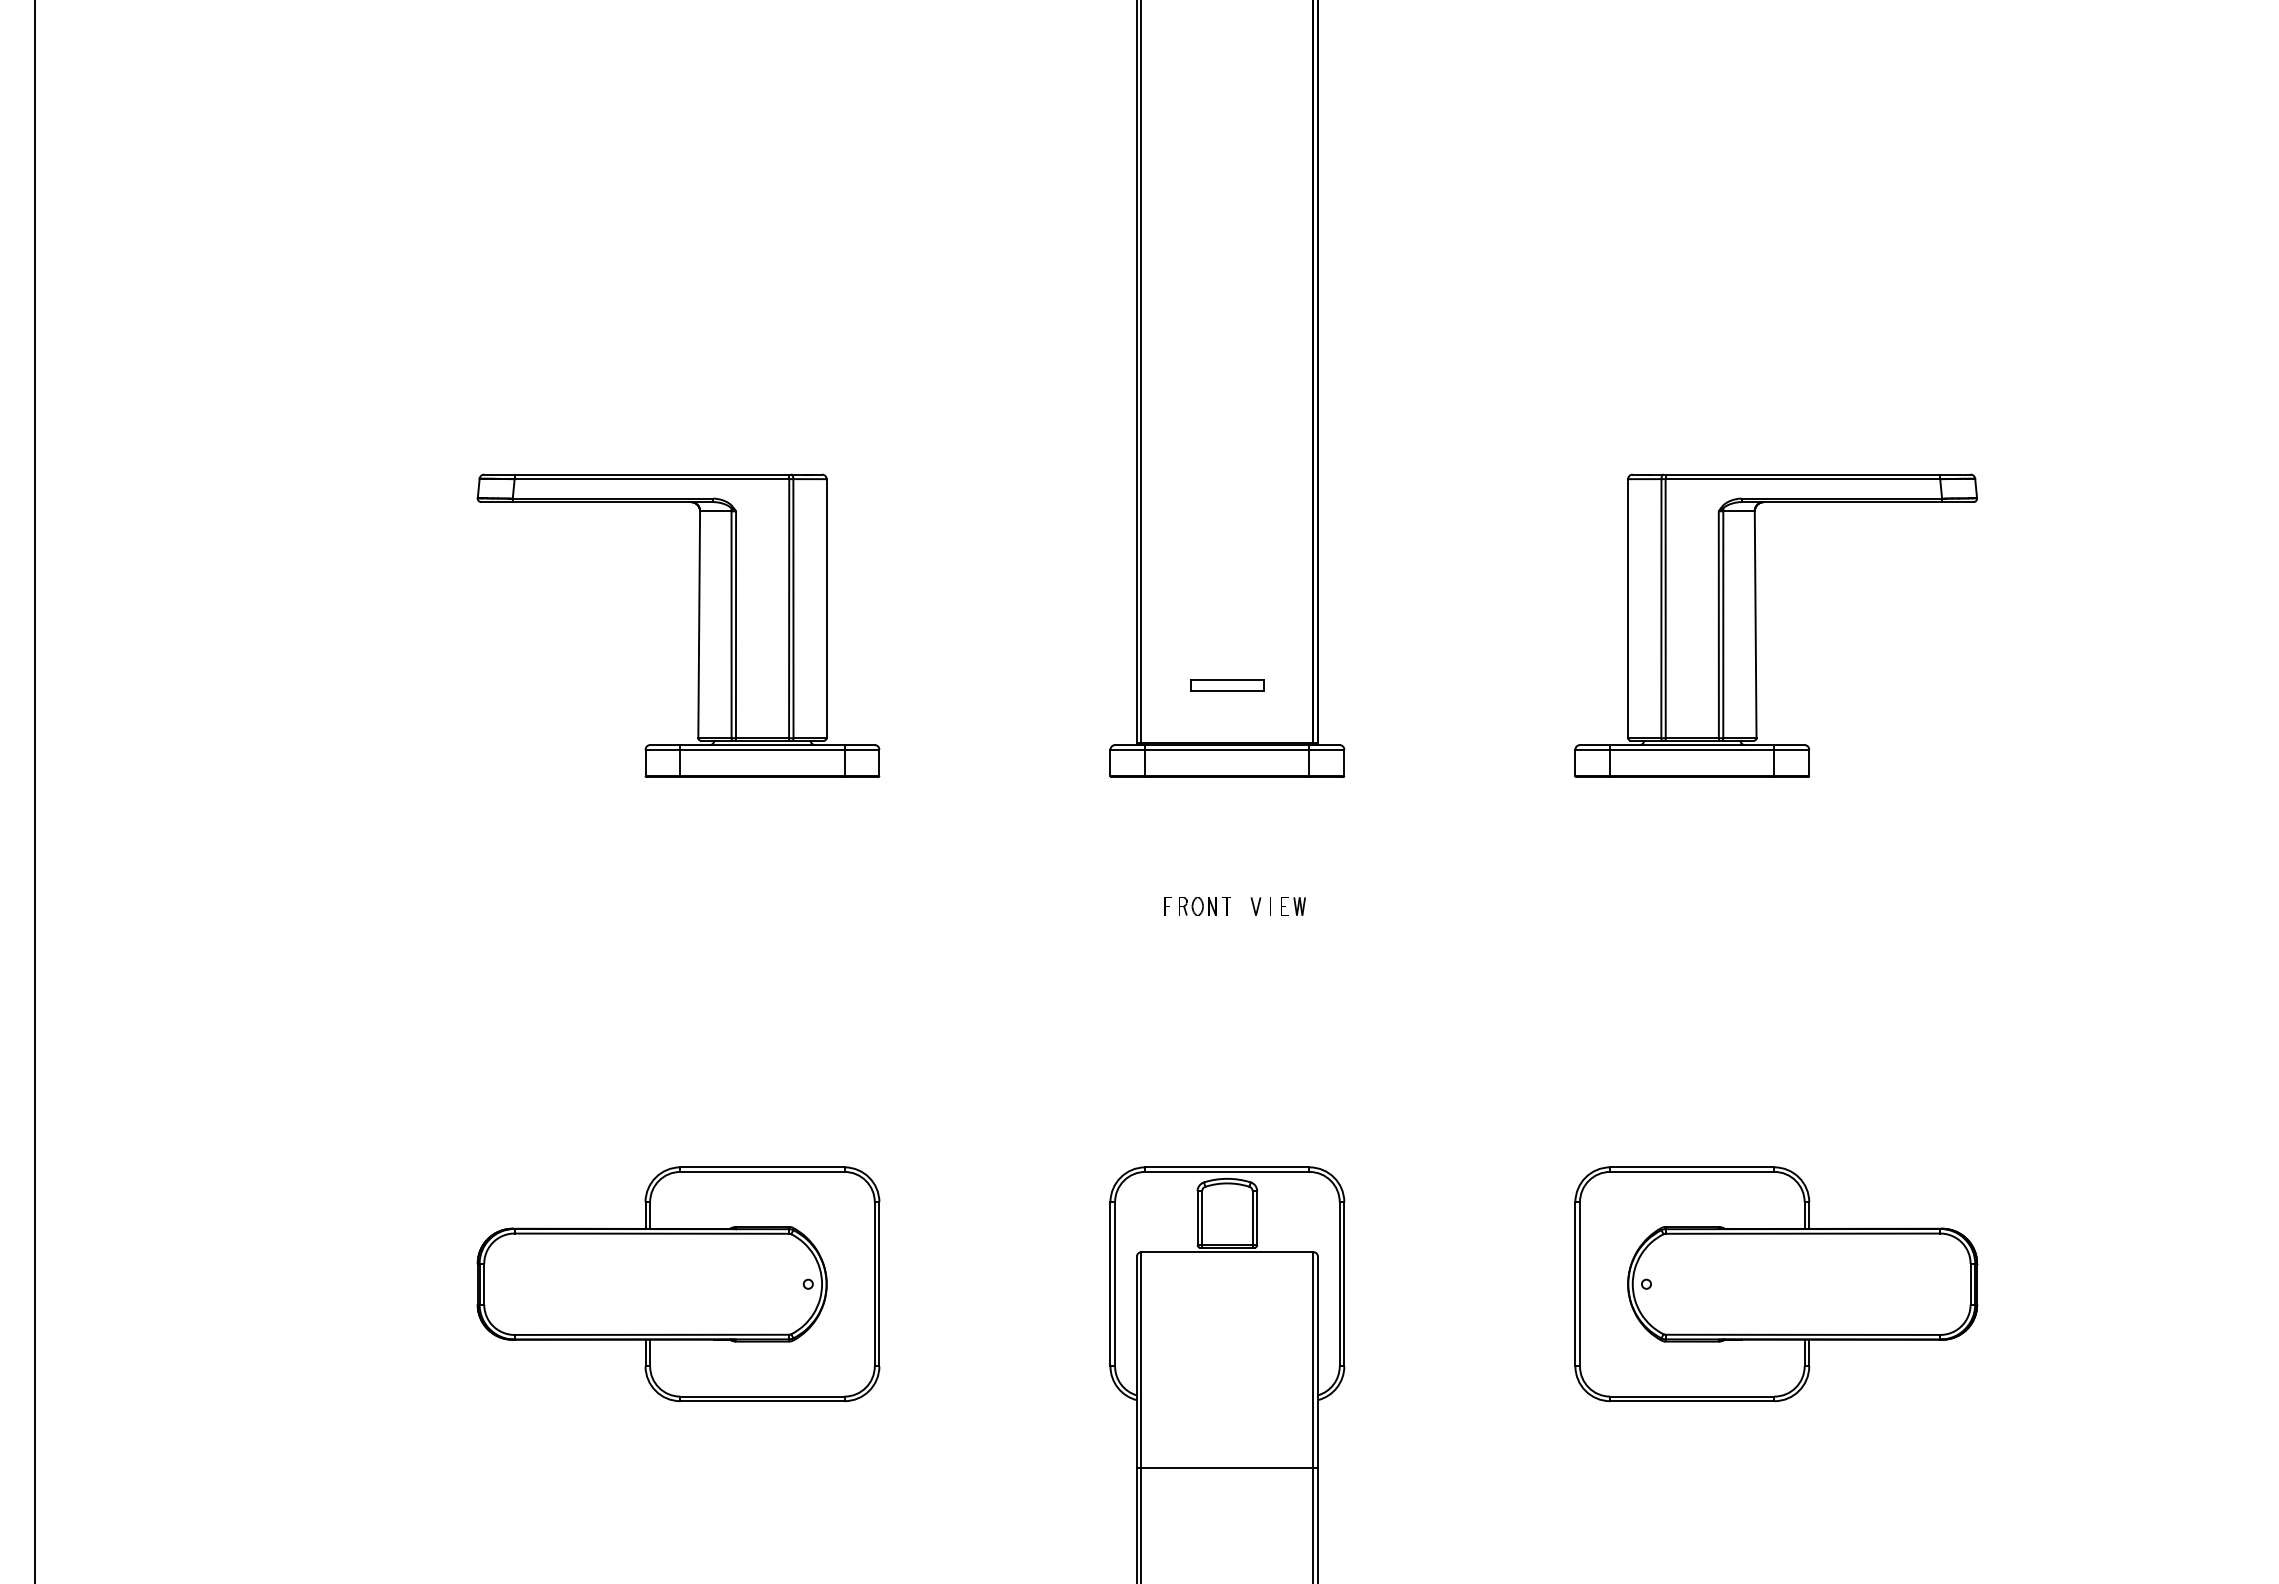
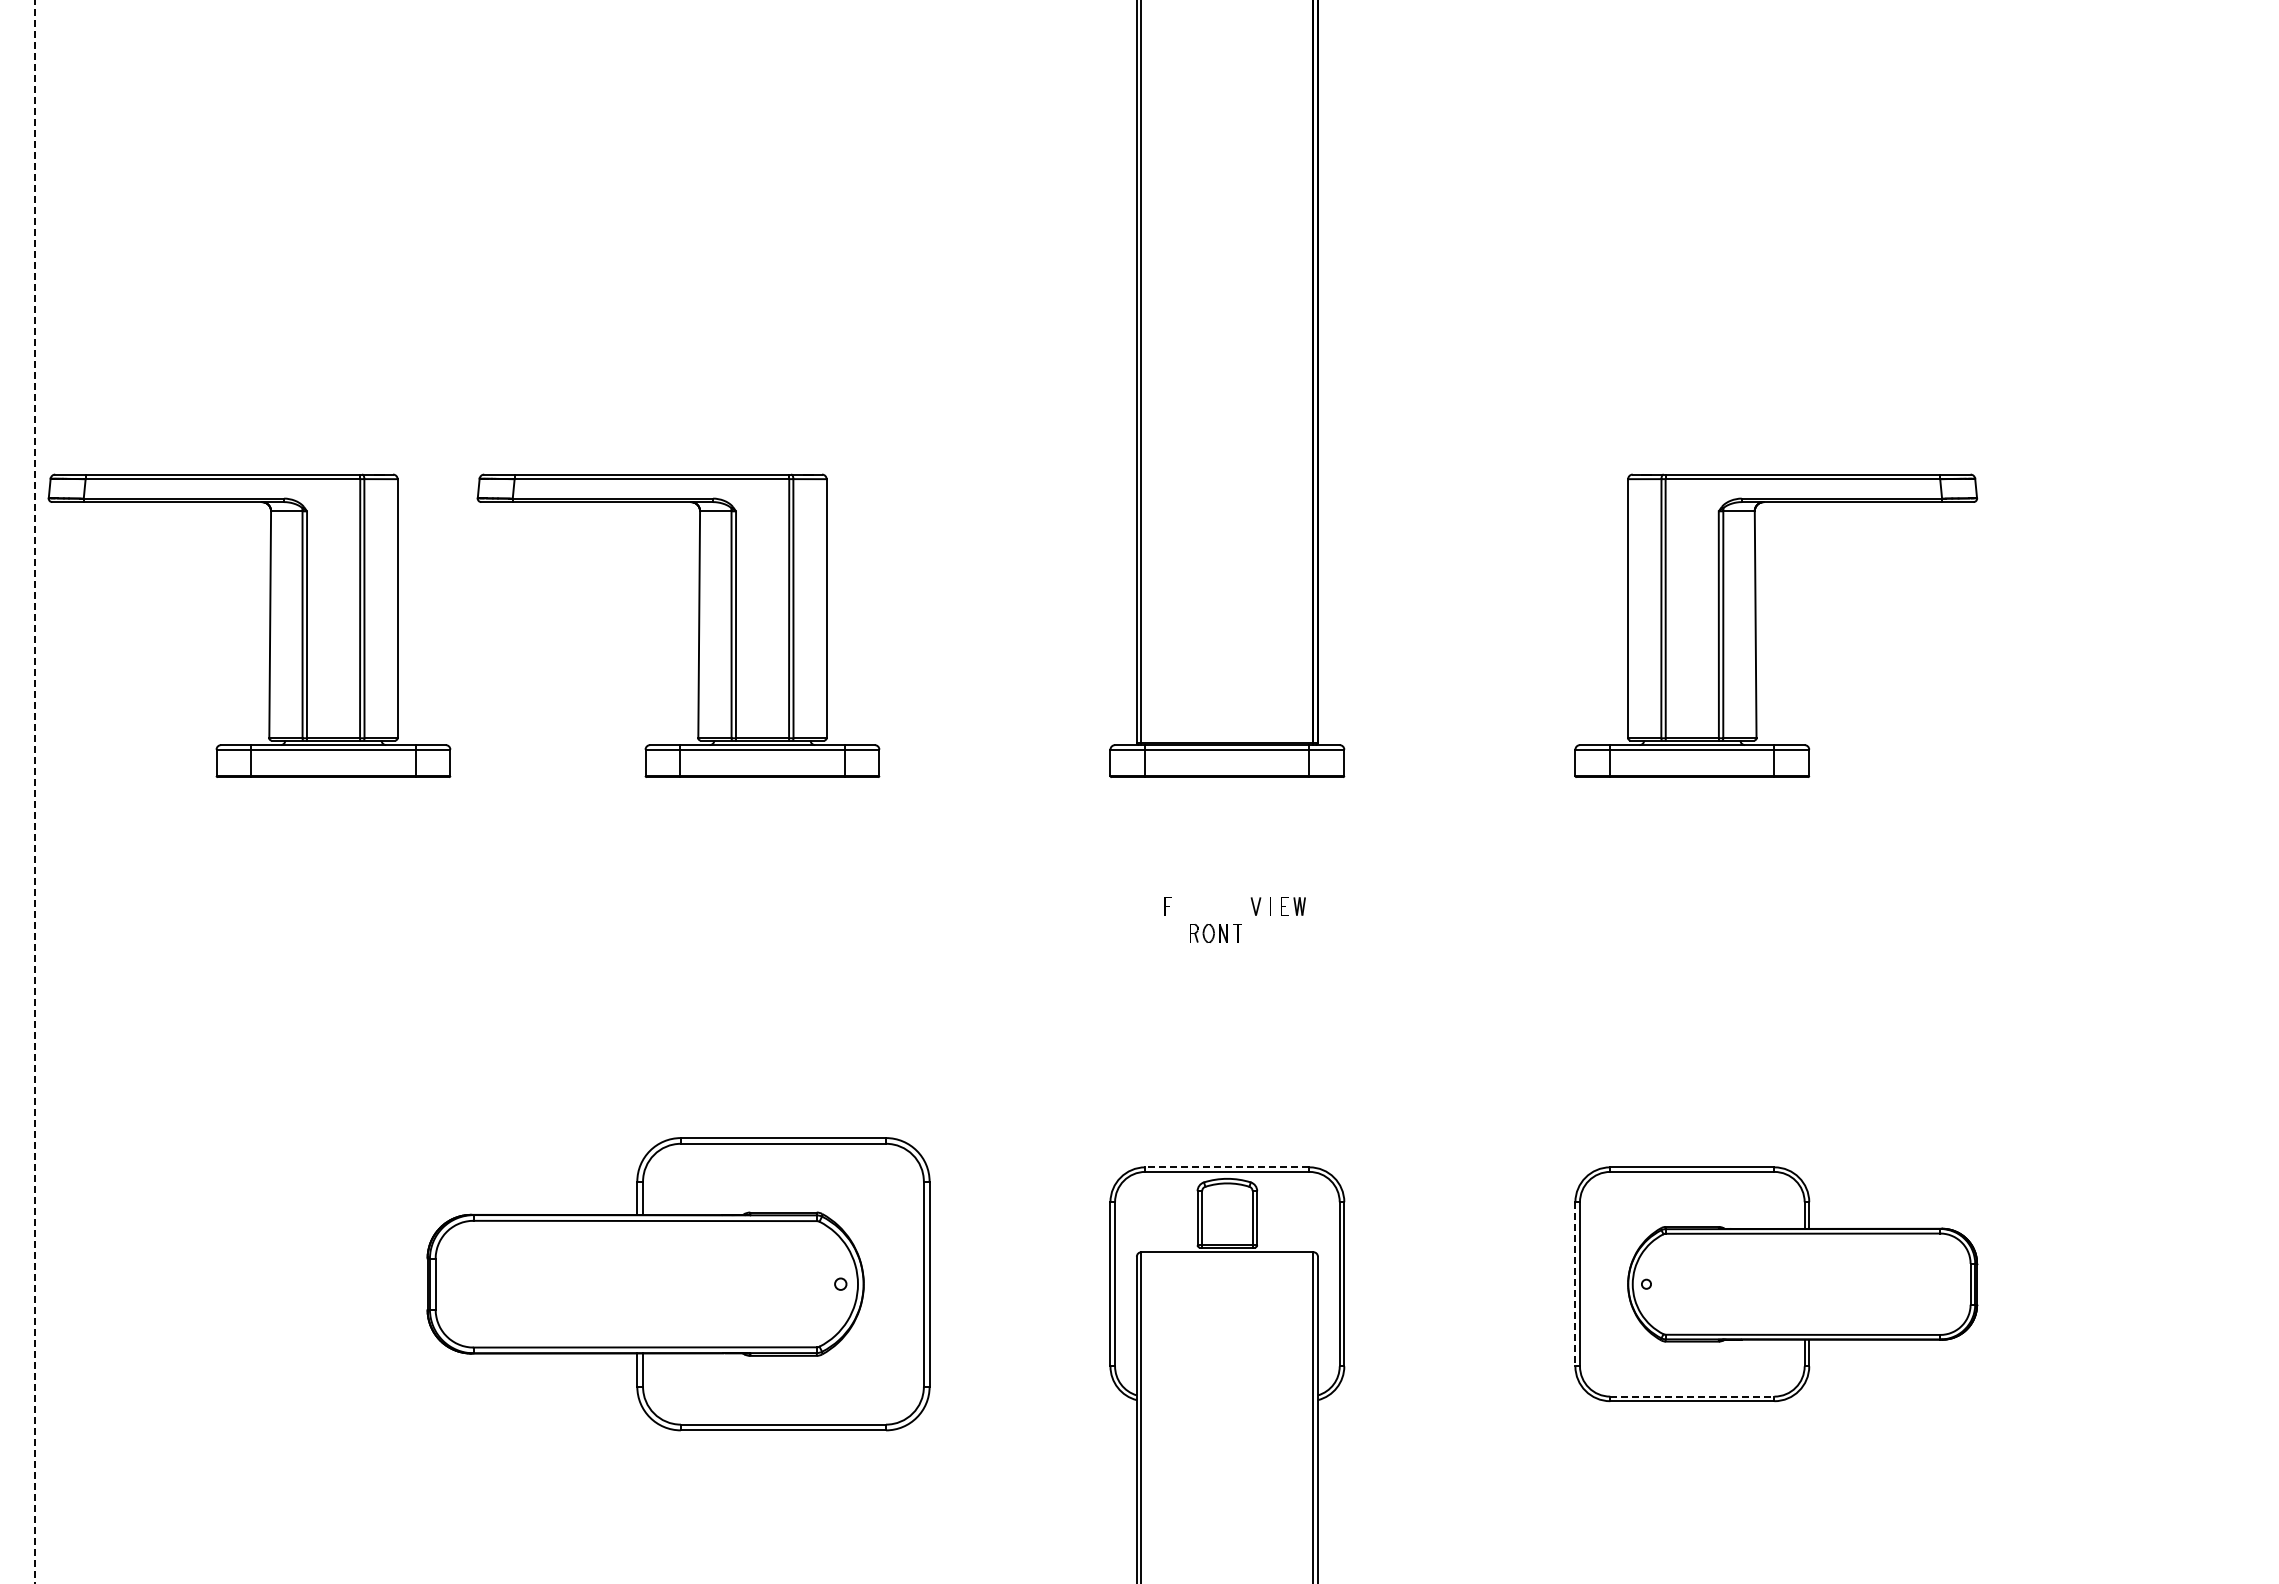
part at (269, 625): none -> present
part at (1227, 685): present -> none
line at (35, 792): solid -> dashed
part at (1204, 906) position: (1204, 906) -> (1215, 933)
line at (1226, 1167): solid -> dashed
part at (678, 1284) size: 405x237 px -> 505x295 px
line at (1575, 1284): solid -> dashed
line at (1692, 1396): solid -> dashed
line at (1226, 1467): present -> none
